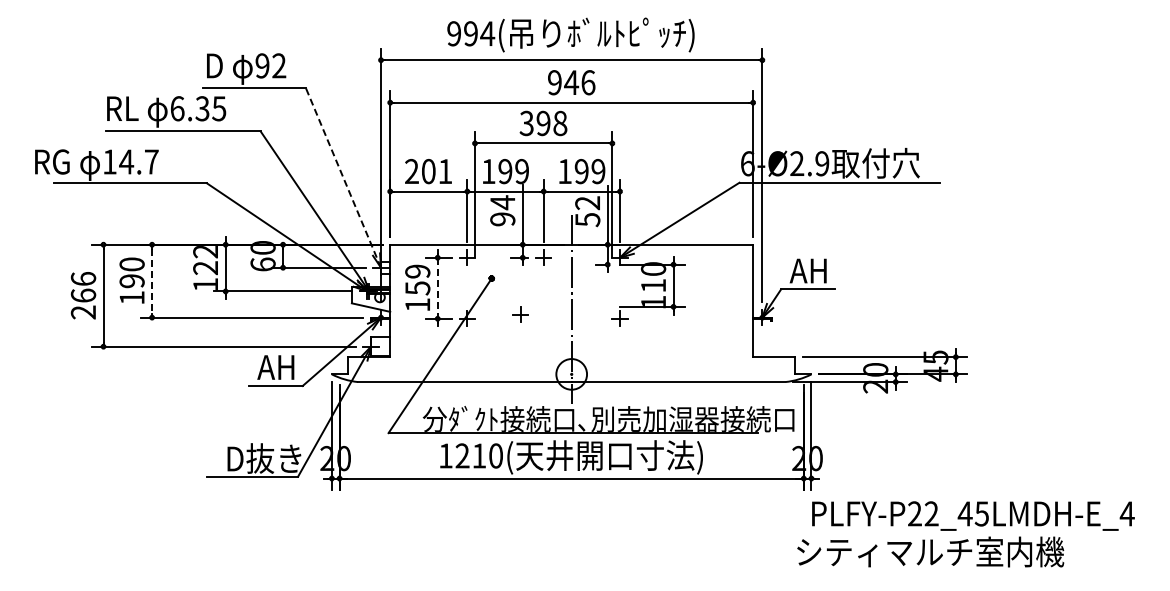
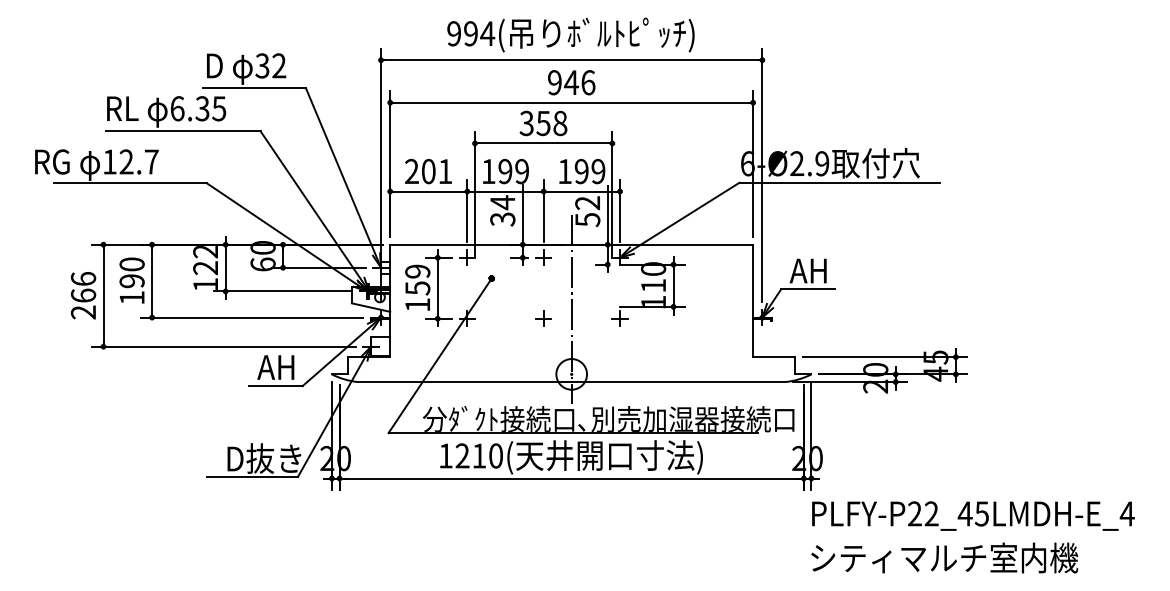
text at (262, 65): 92 -> 32
text at (543, 122): 398 -> 358
text at (126, 161): 14.7 -> 12.7
line at (343, 177): dashed -> solid
text at (502, 219): 94 -> 34
line at (152, 281): dashed -> solid
line at (437, 288): dashed -> solid
part at (520, 314) position: (520, 314) -> (543, 318)
text at (930, 551) position: (930, 551) -> (944, 557)
